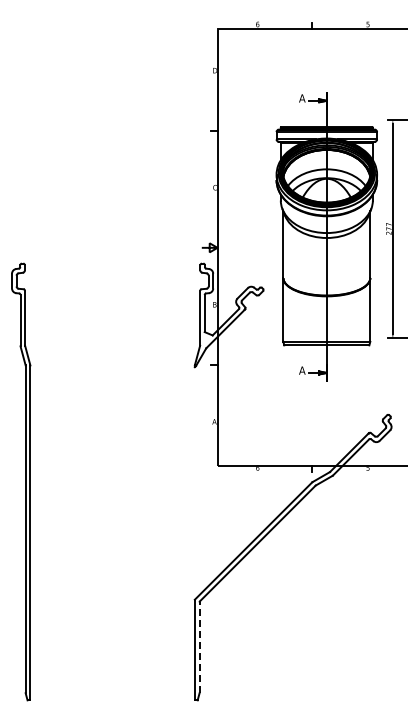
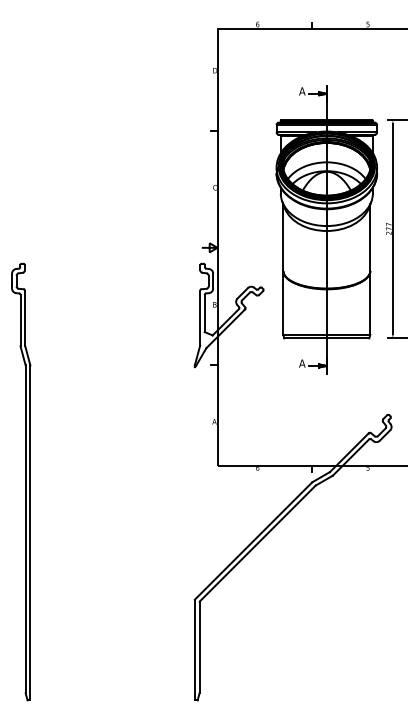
part at (326, 236) position: (326, 236) -> (326, 229)
line at (199, 647): dashed -> solid
